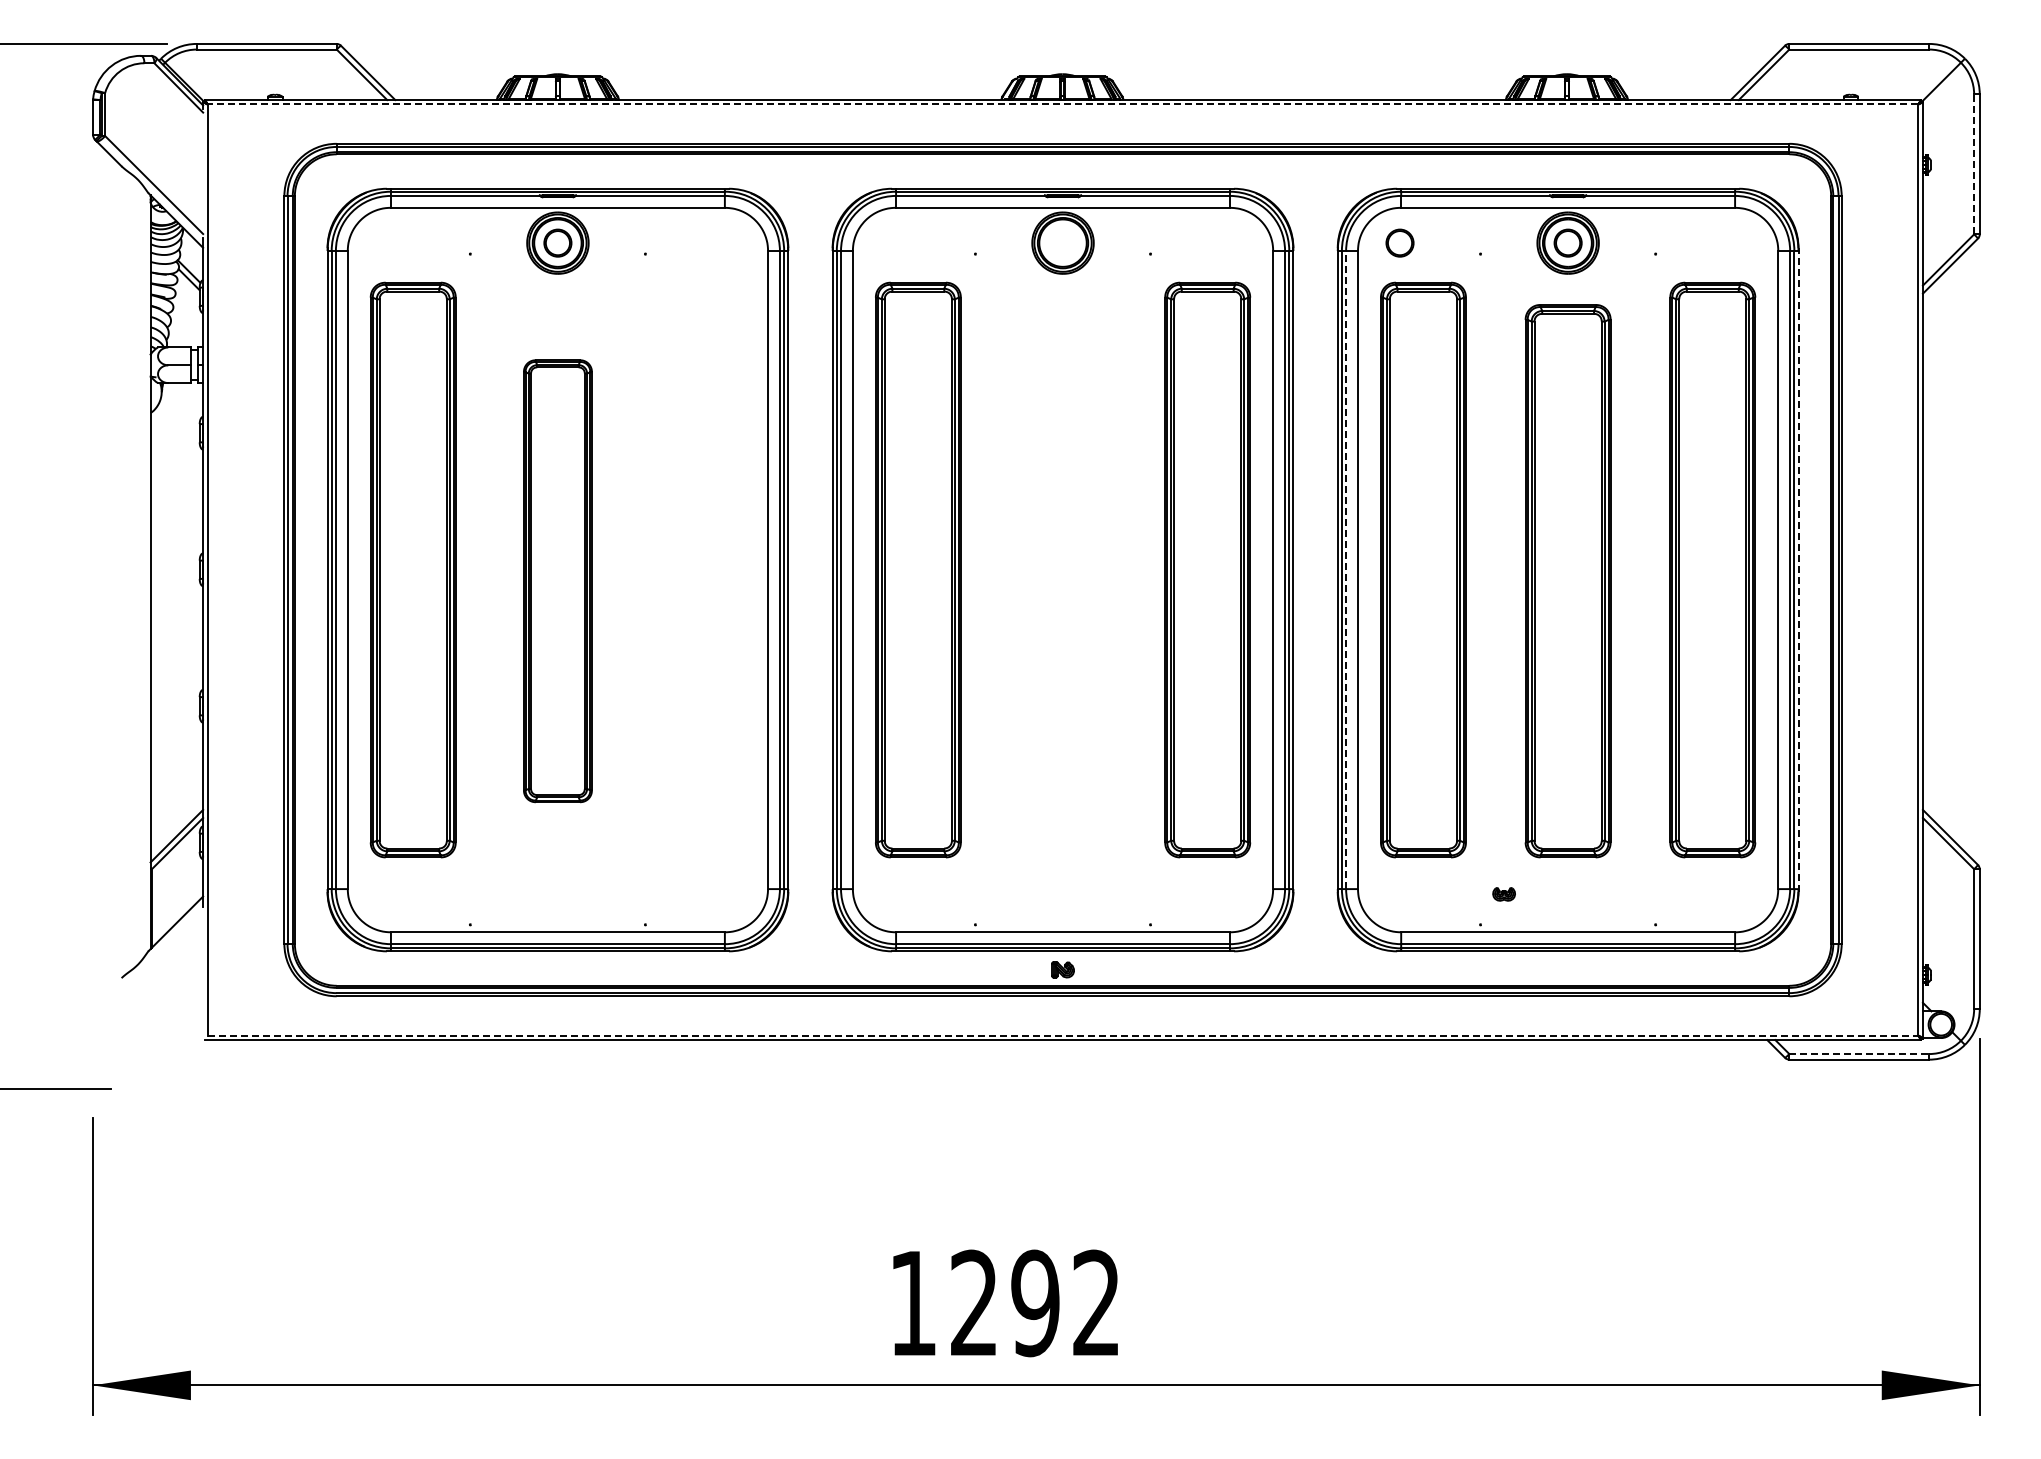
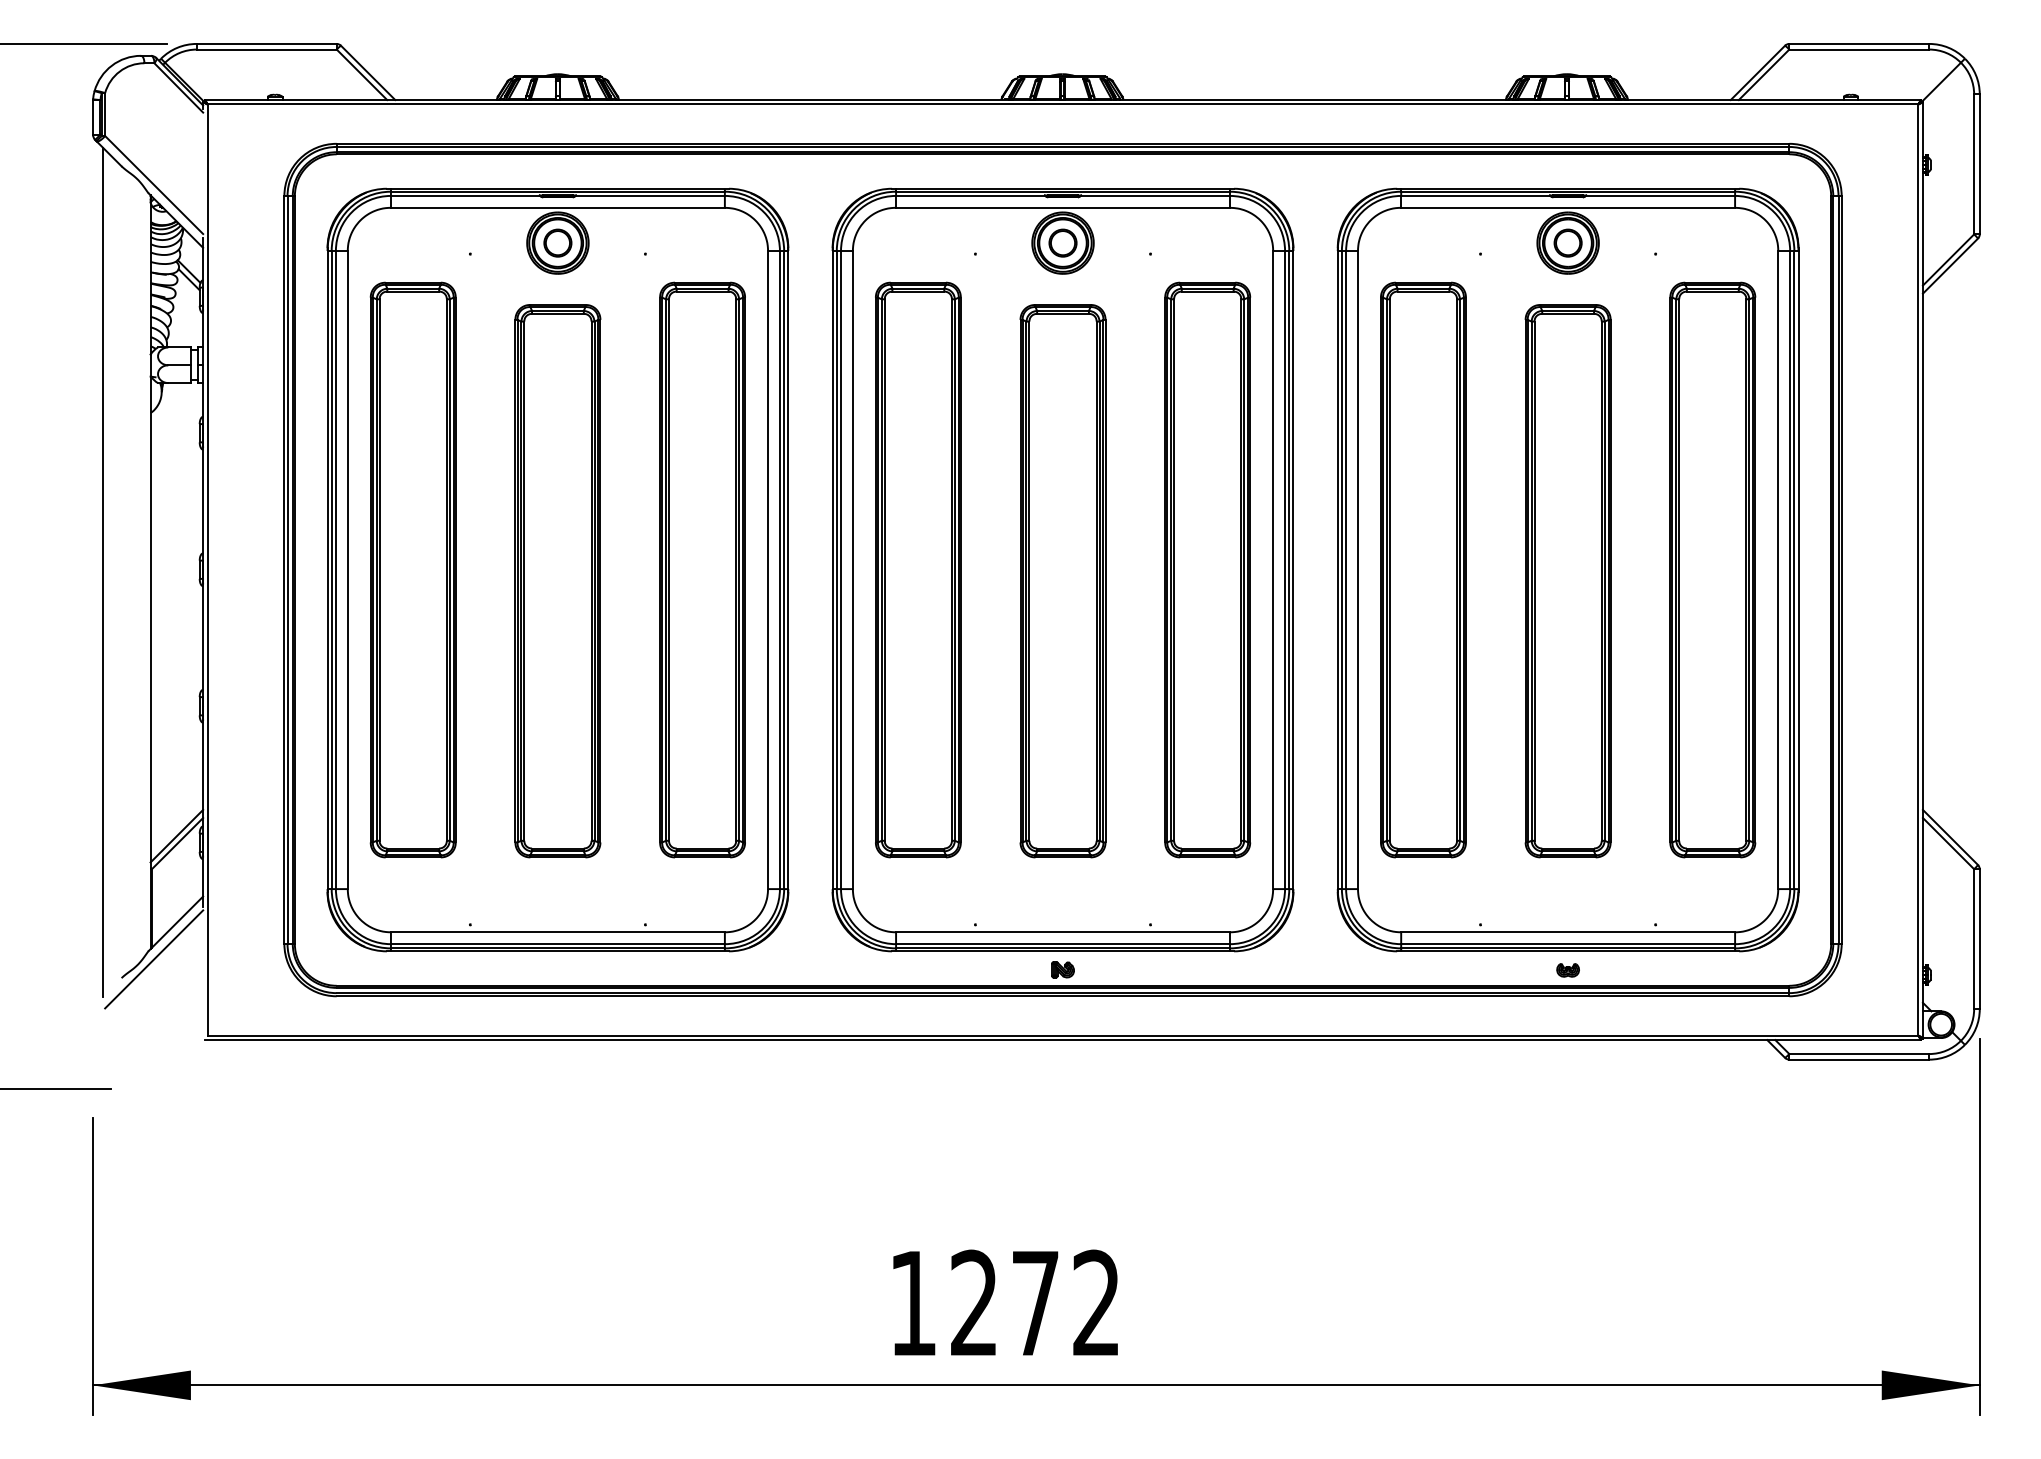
line at (1062, 104): dashed -> solid
line at (1974, 164): dashed -> solid
circle at (1399, 242) position: (1399, 242) -> (1062, 242)
part at (702, 569): none -> present
line at (1346, 569): dashed -> solid
line at (1798, 570): dashed -> solid
line at (103, 571): none -> present
part at (557, 581) size: 70x445 px -> 88x555 px
part at (1062, 581): none -> present
part at (1503, 894) position: (1503, 894) -> (1567, 970)
line at (154, 959): none -> present
line at (1063, 1035): dashed -> solid
line at (1859, 1054): dashed -> solid
text at (1035, 1303): 1292 -> 1272
